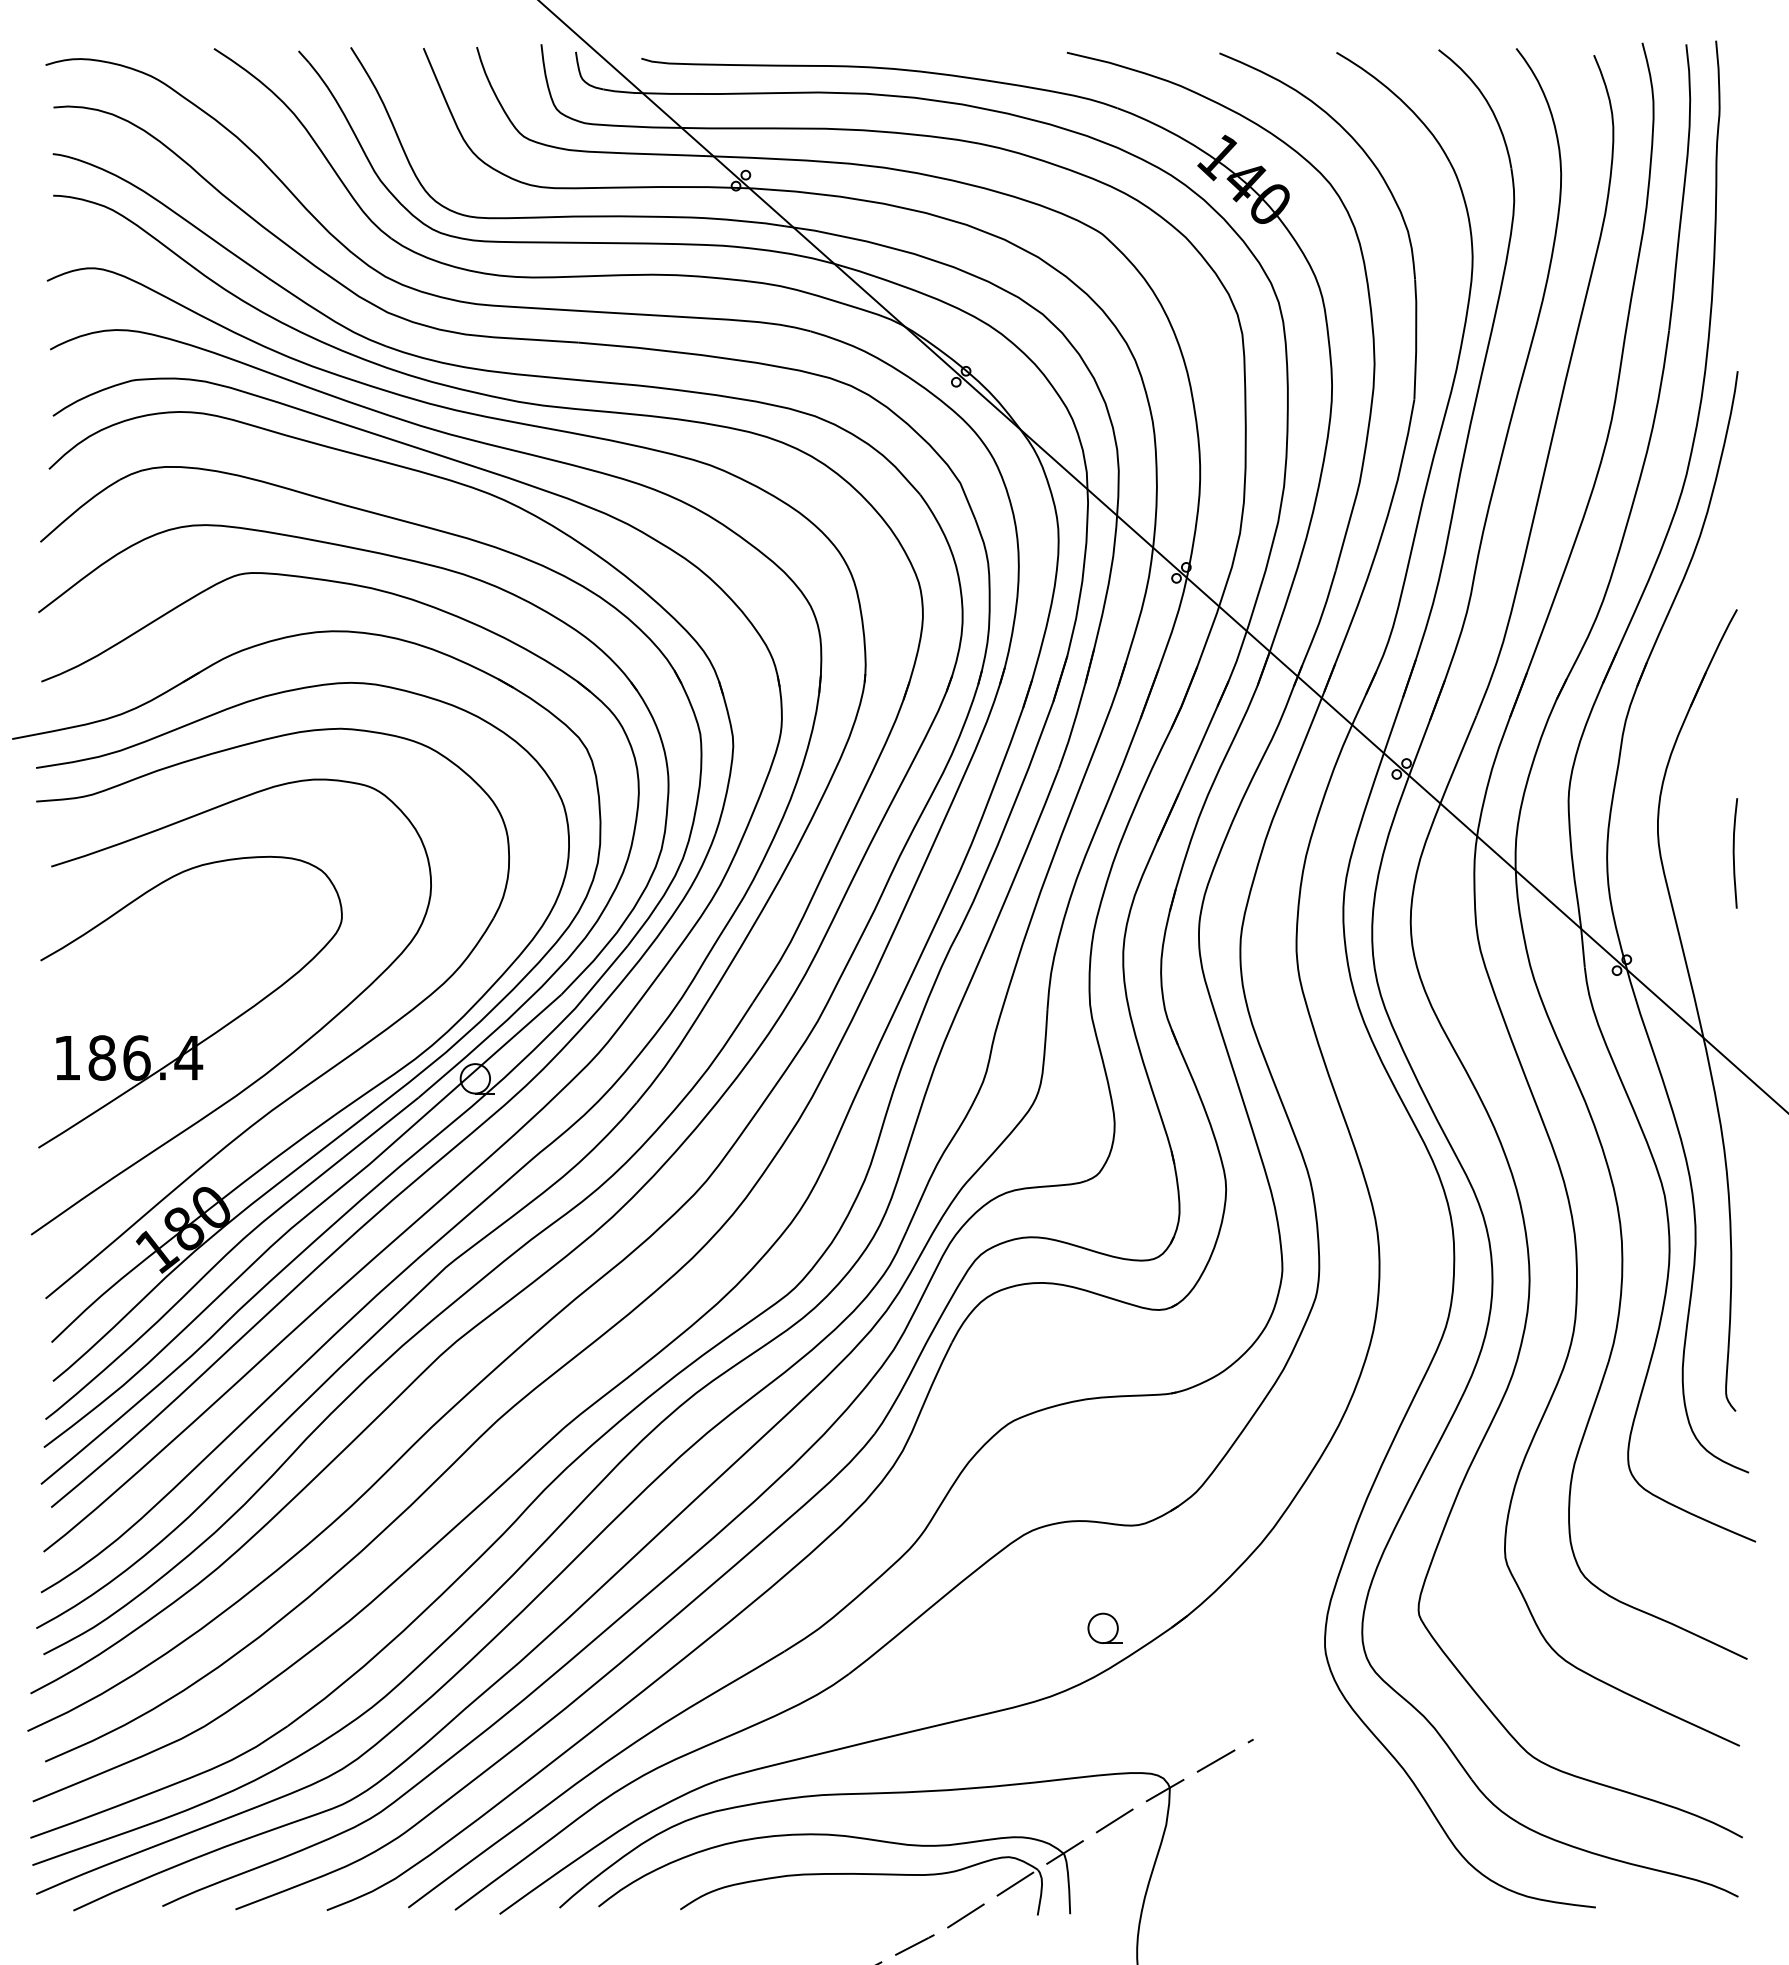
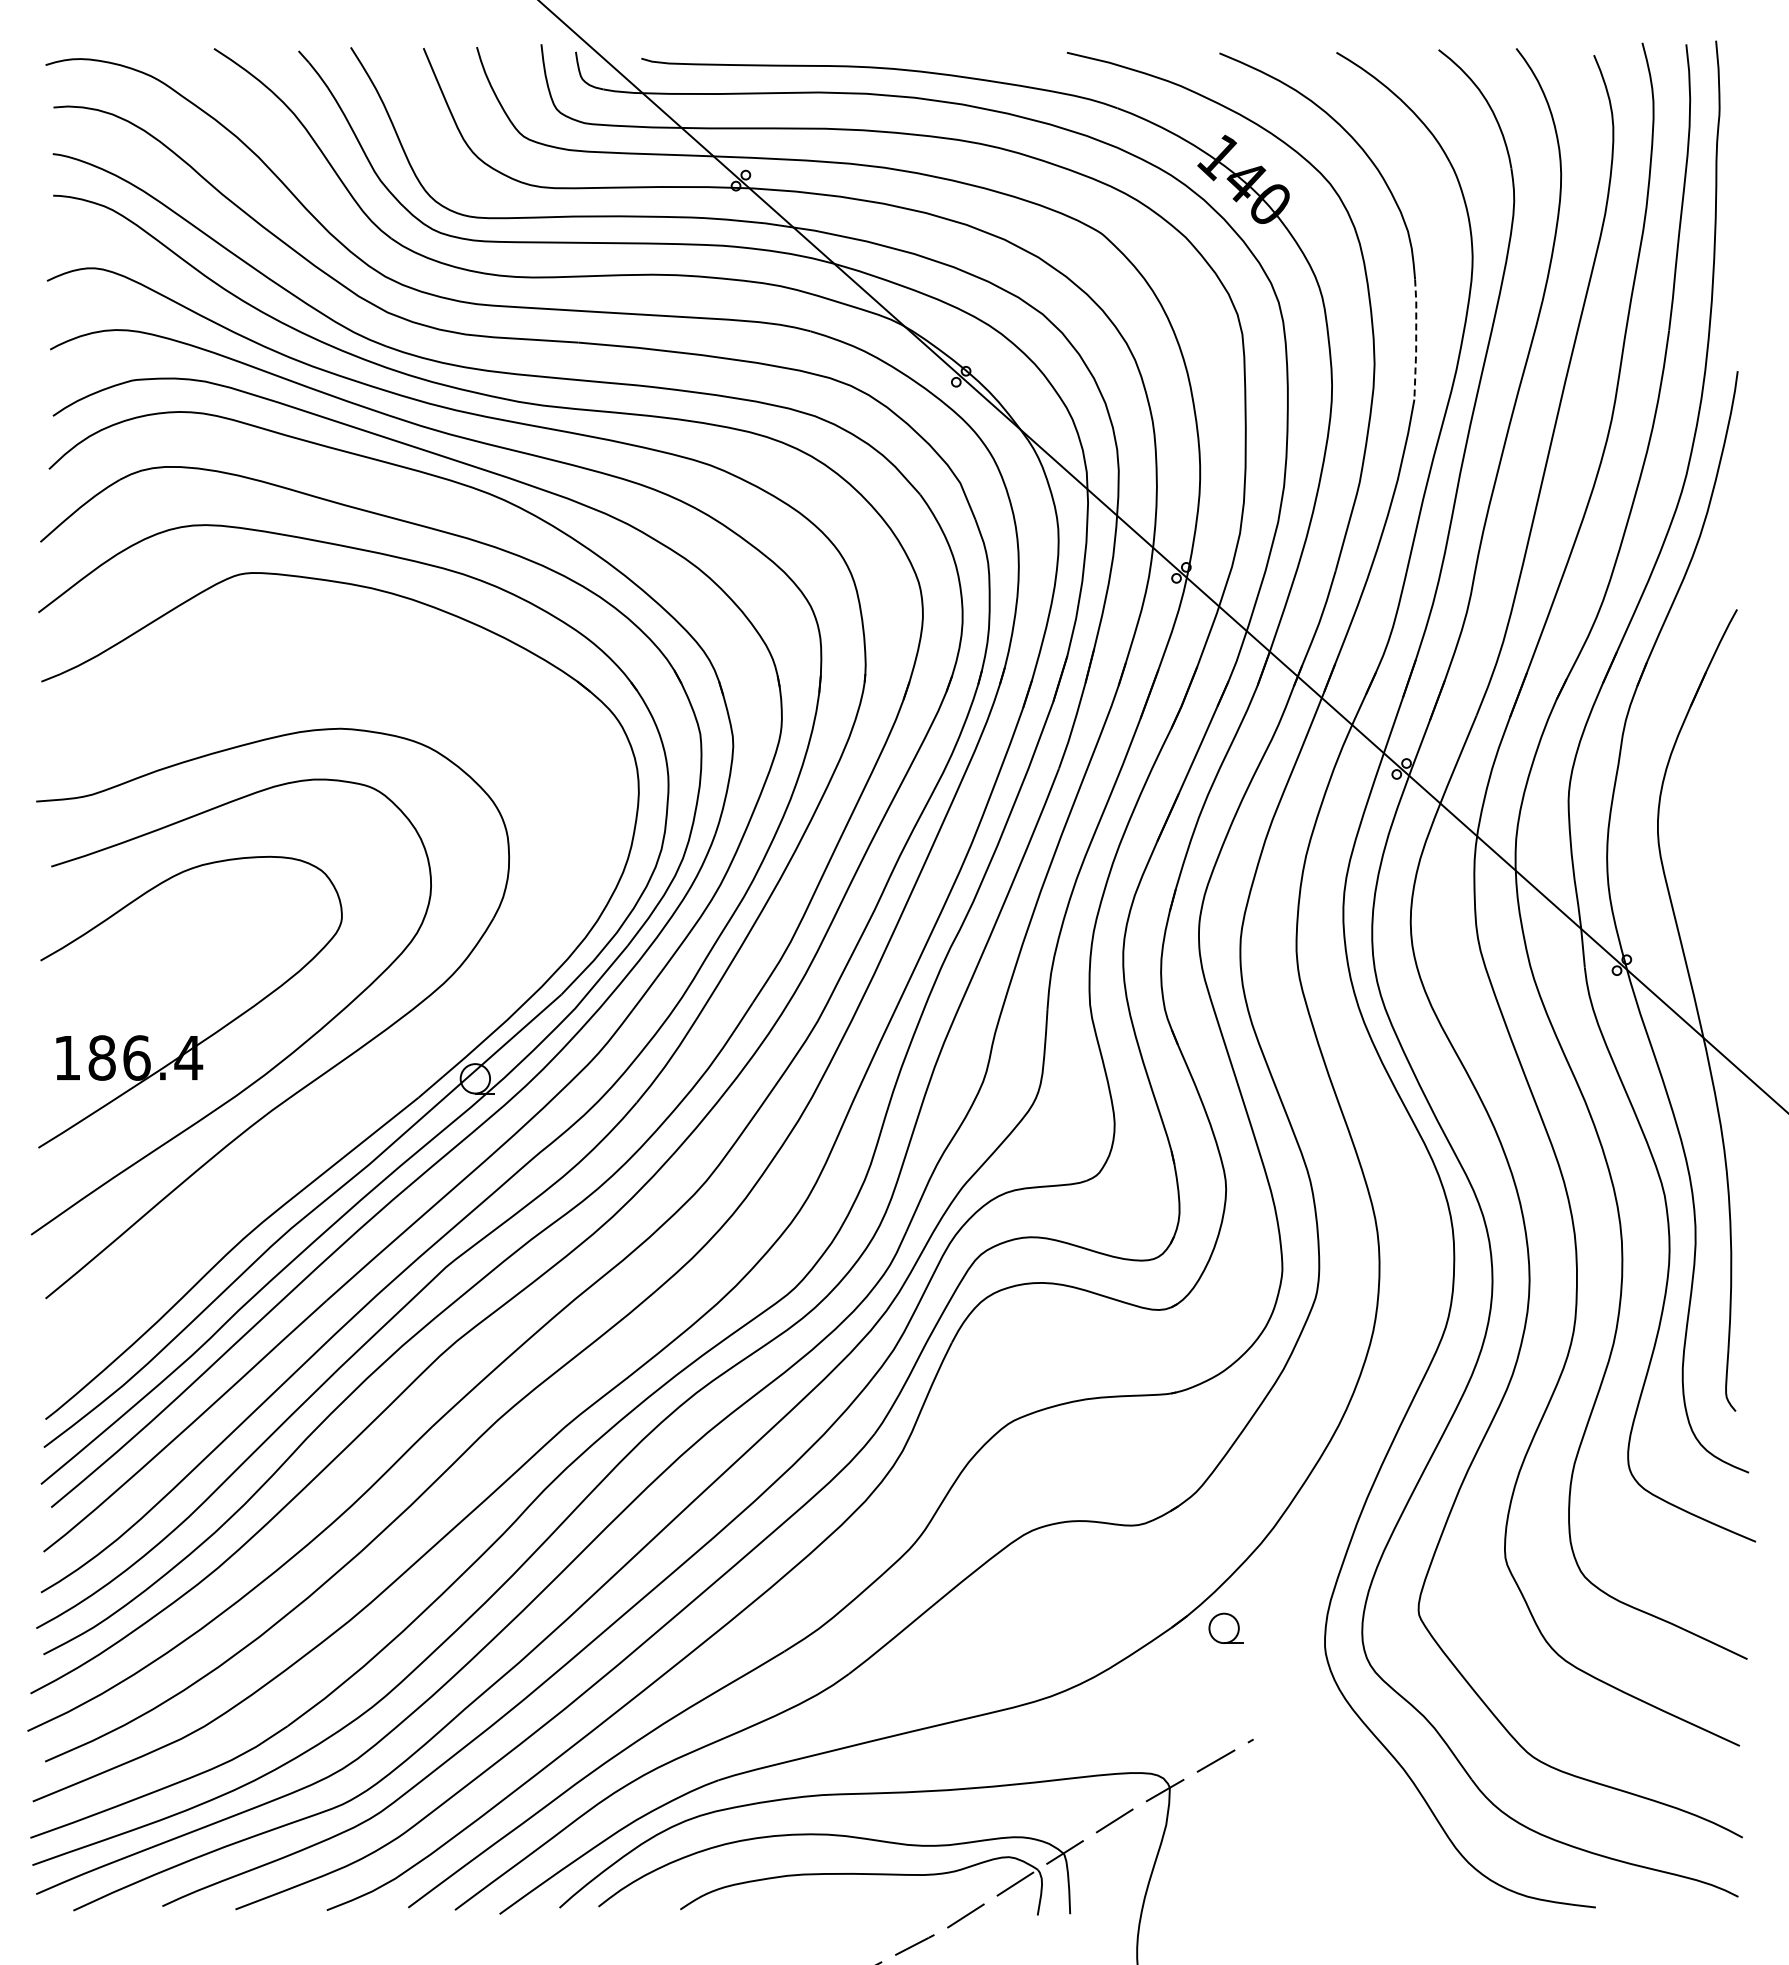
line at (1416, 339): solid -> dashed
curve at (1734, 853): present -> none
part at (369, 1089): present -> none
part at (1104, 1627) position: (1104, 1627) -> (1225, 1627)
